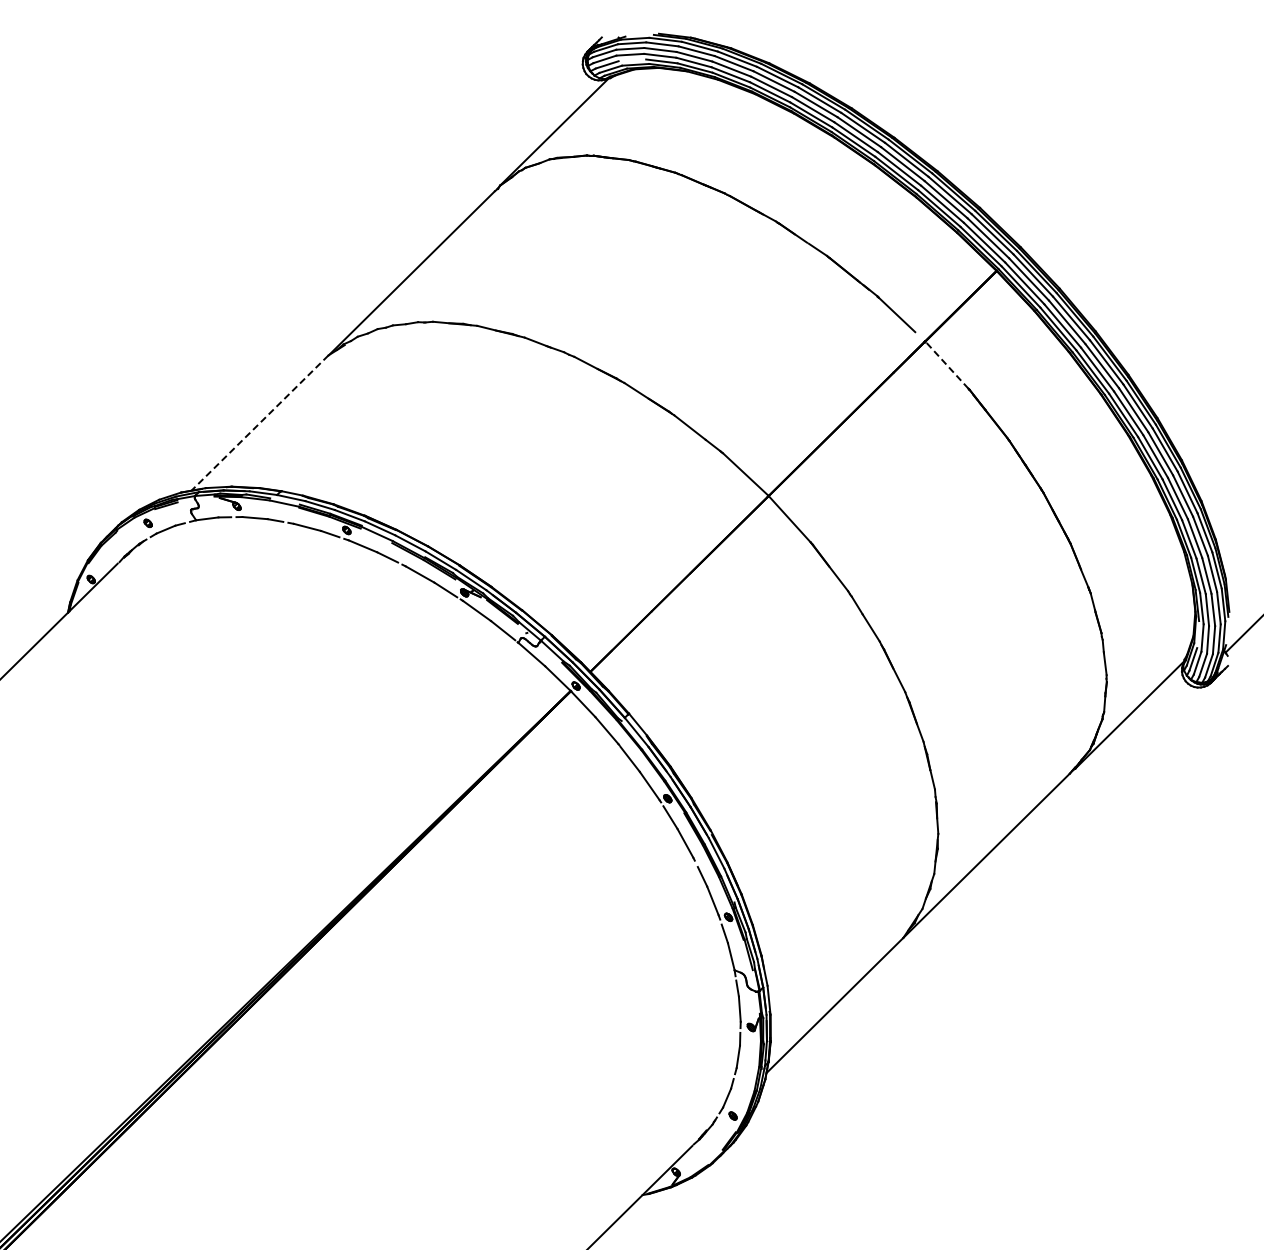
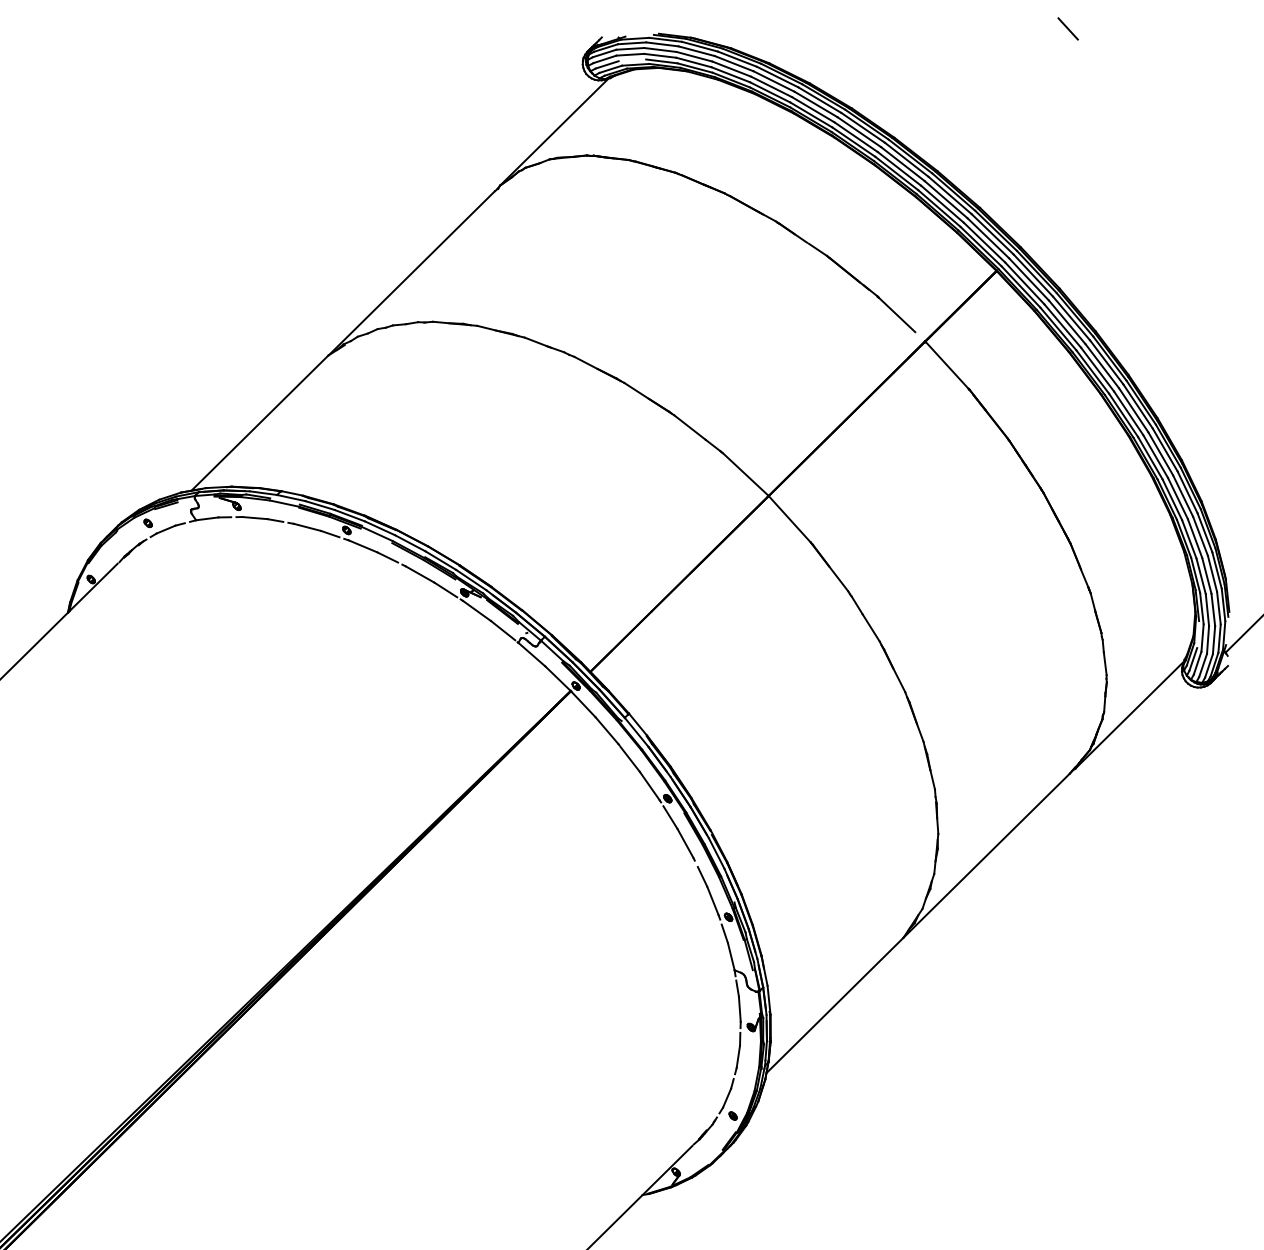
line at (1067, 28): none -> present
line at (947, 365): dashed -> solid
line at (259, 423): dashed -> solid
